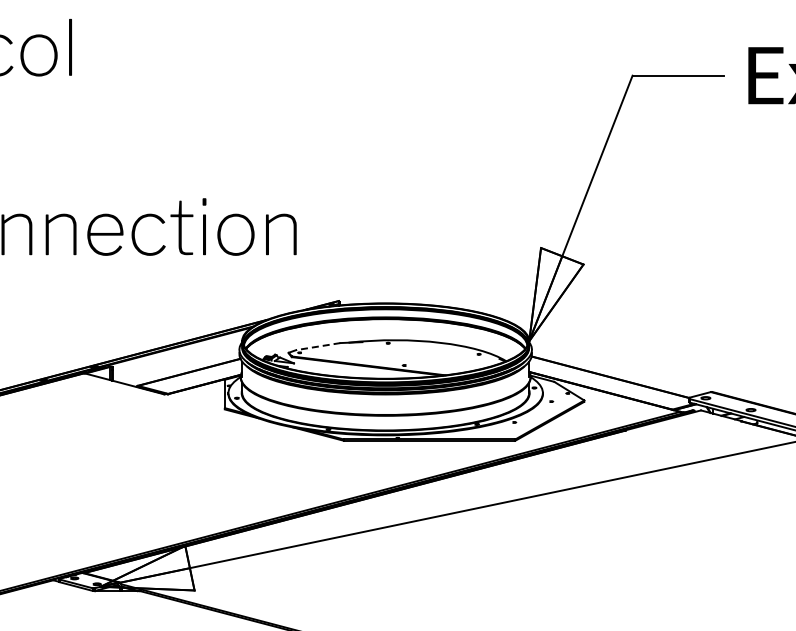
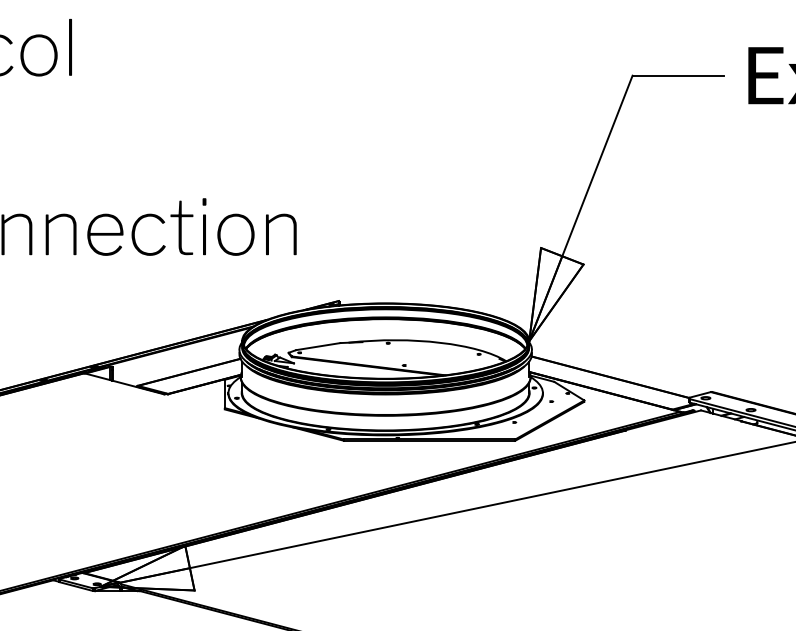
line at (317, 346): dashed -> solid
